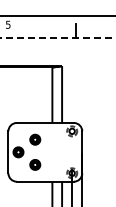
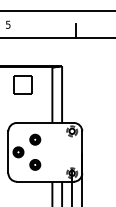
line at (57, 16) position: (57, 16) -> (57, 11)
line at (58, 37): dashed -> solid
part at (22, 84): none -> present
